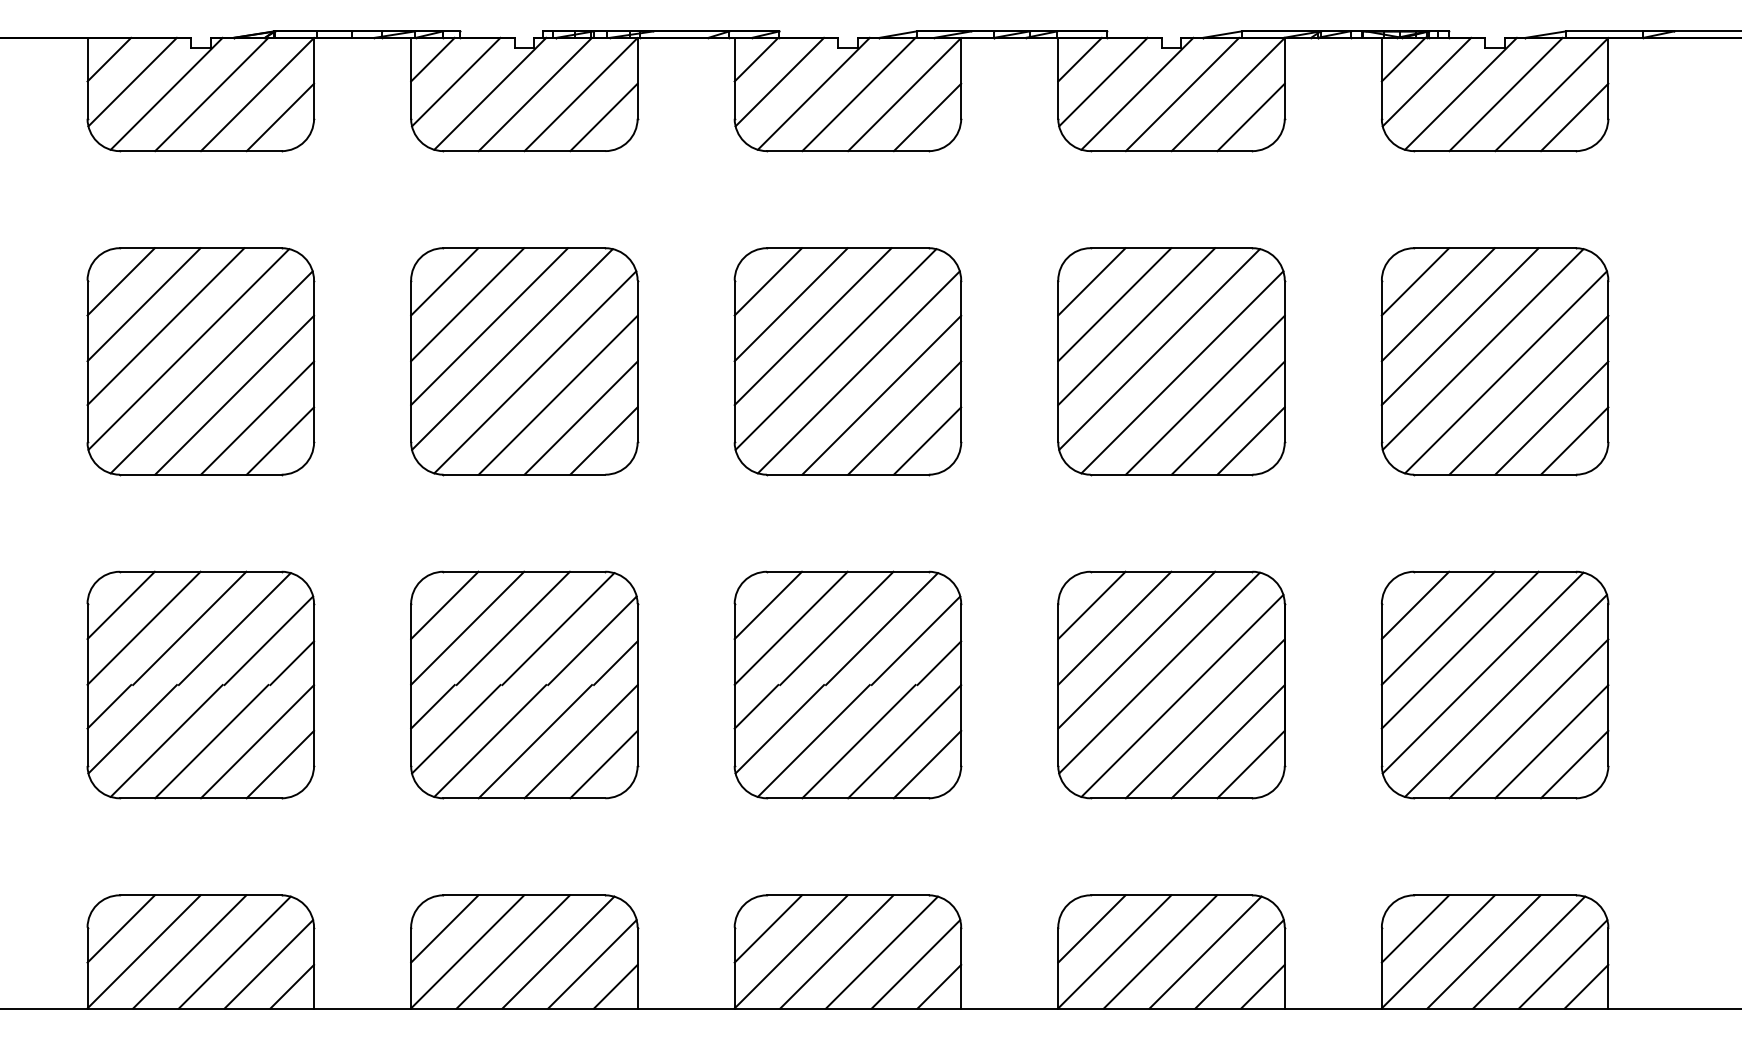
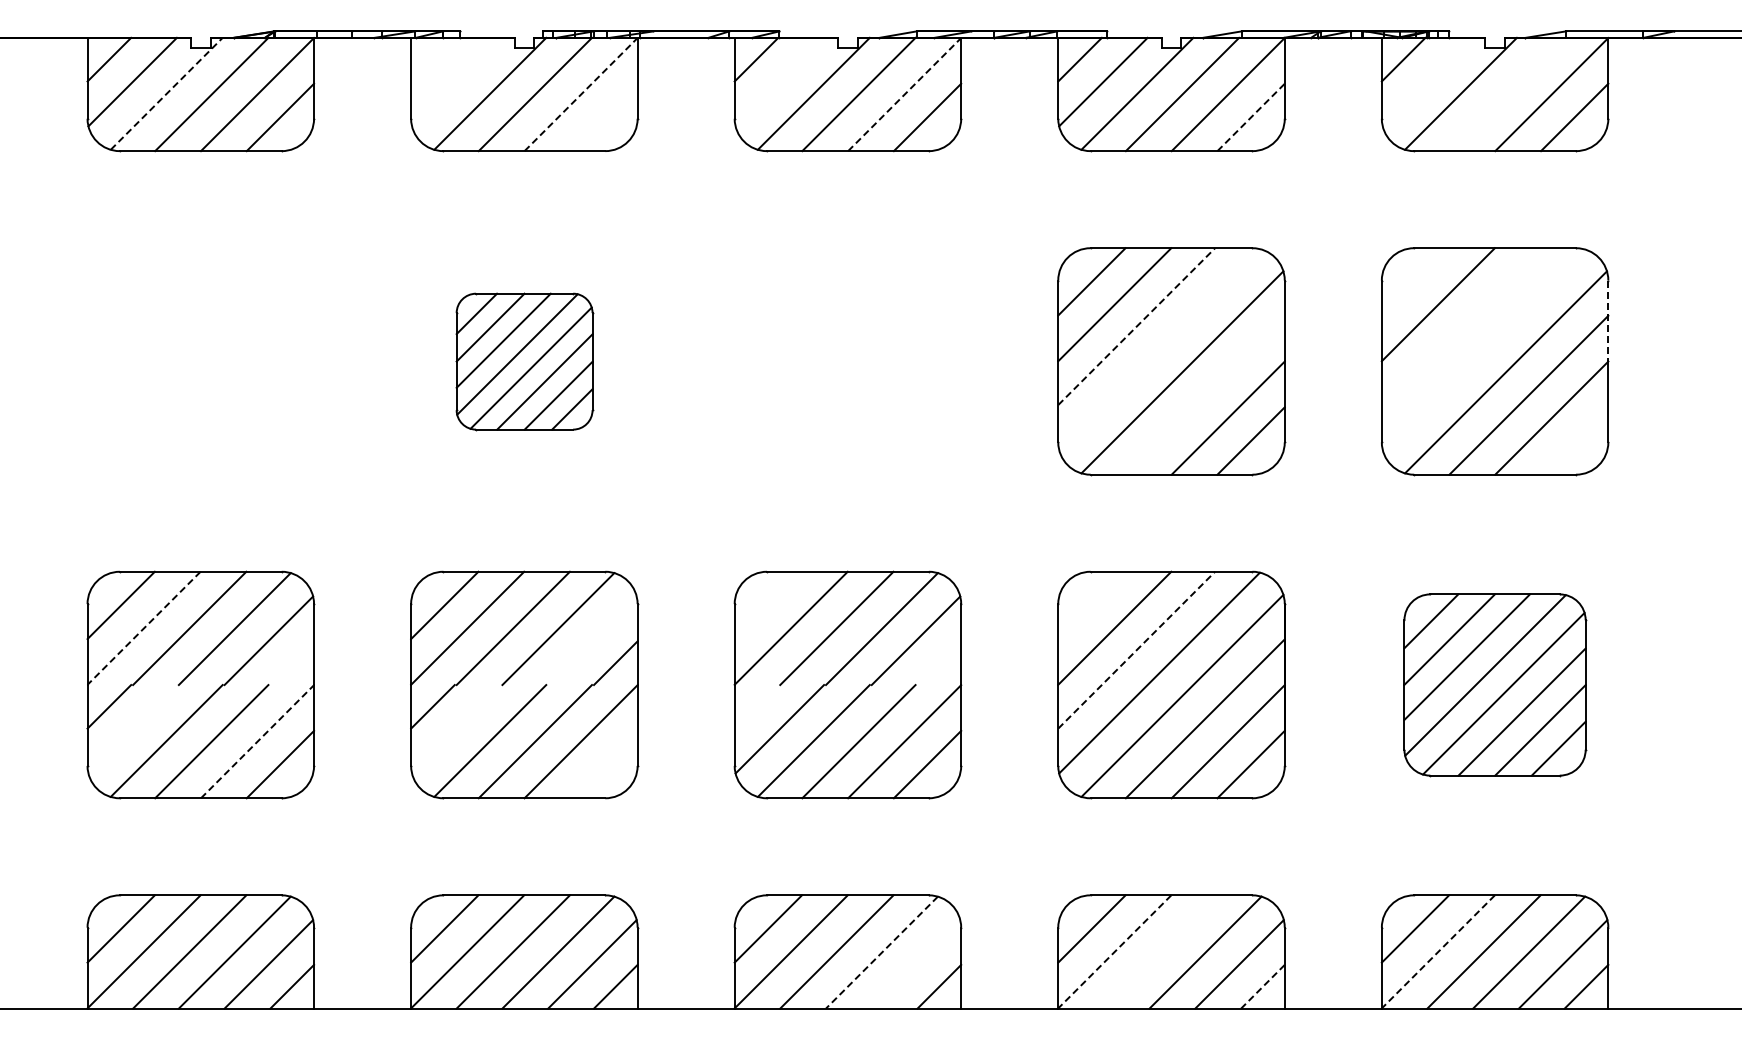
line at (432, 59): present -> none
line at (456, 81): present -> none
line at (779, 81): present -> none
line at (1426, 81): present -> none
line at (167, 93): solid -> dashed
line at (581, 94): solid -> dashed
line at (904, 94): solid -> dashed
line at (1505, 94): present -> none
line at (603, 117): present -> none
line at (1251, 117): solid -> dashed
line at (1415, 281): present -> none
line at (1608, 321): solid -> dashed
line at (1136, 326): solid -> dashed
line at (1459, 326): present -> none
line at (1159, 349): present -> none
line at (1482, 349): present -> none
part at (200, 361): present -> none
part at (524, 361) size: 230x230 px -> 140x140 px
part at (847, 361): present -> none
line at (1204, 394): present -> none
line at (1574, 440): present -> none
line at (768, 605): present -> none
line at (1091, 605): present -> none
line at (144, 628): solid -> dashed
line at (592, 640): present -> none
line at (1136, 650): solid -> dashed
line at (292, 663): present -> none
line at (939, 663): present -> none
part at (1494, 684) size: 230x230 px -> 185x185 px
line at (756, 706): present -> none
line at (132, 729): present -> none
line at (456, 729): present -> none
line at (257, 741): solid -> dashed
line at (603, 764): present -> none
line at (1114, 951): solid -> dashed
line at (1160, 951): present -> none
line at (1438, 951): solid -> dashed
line at (881, 952): solid -> dashed
line at (915, 964): present -> none
line at (1262, 986): solid -> dashed
